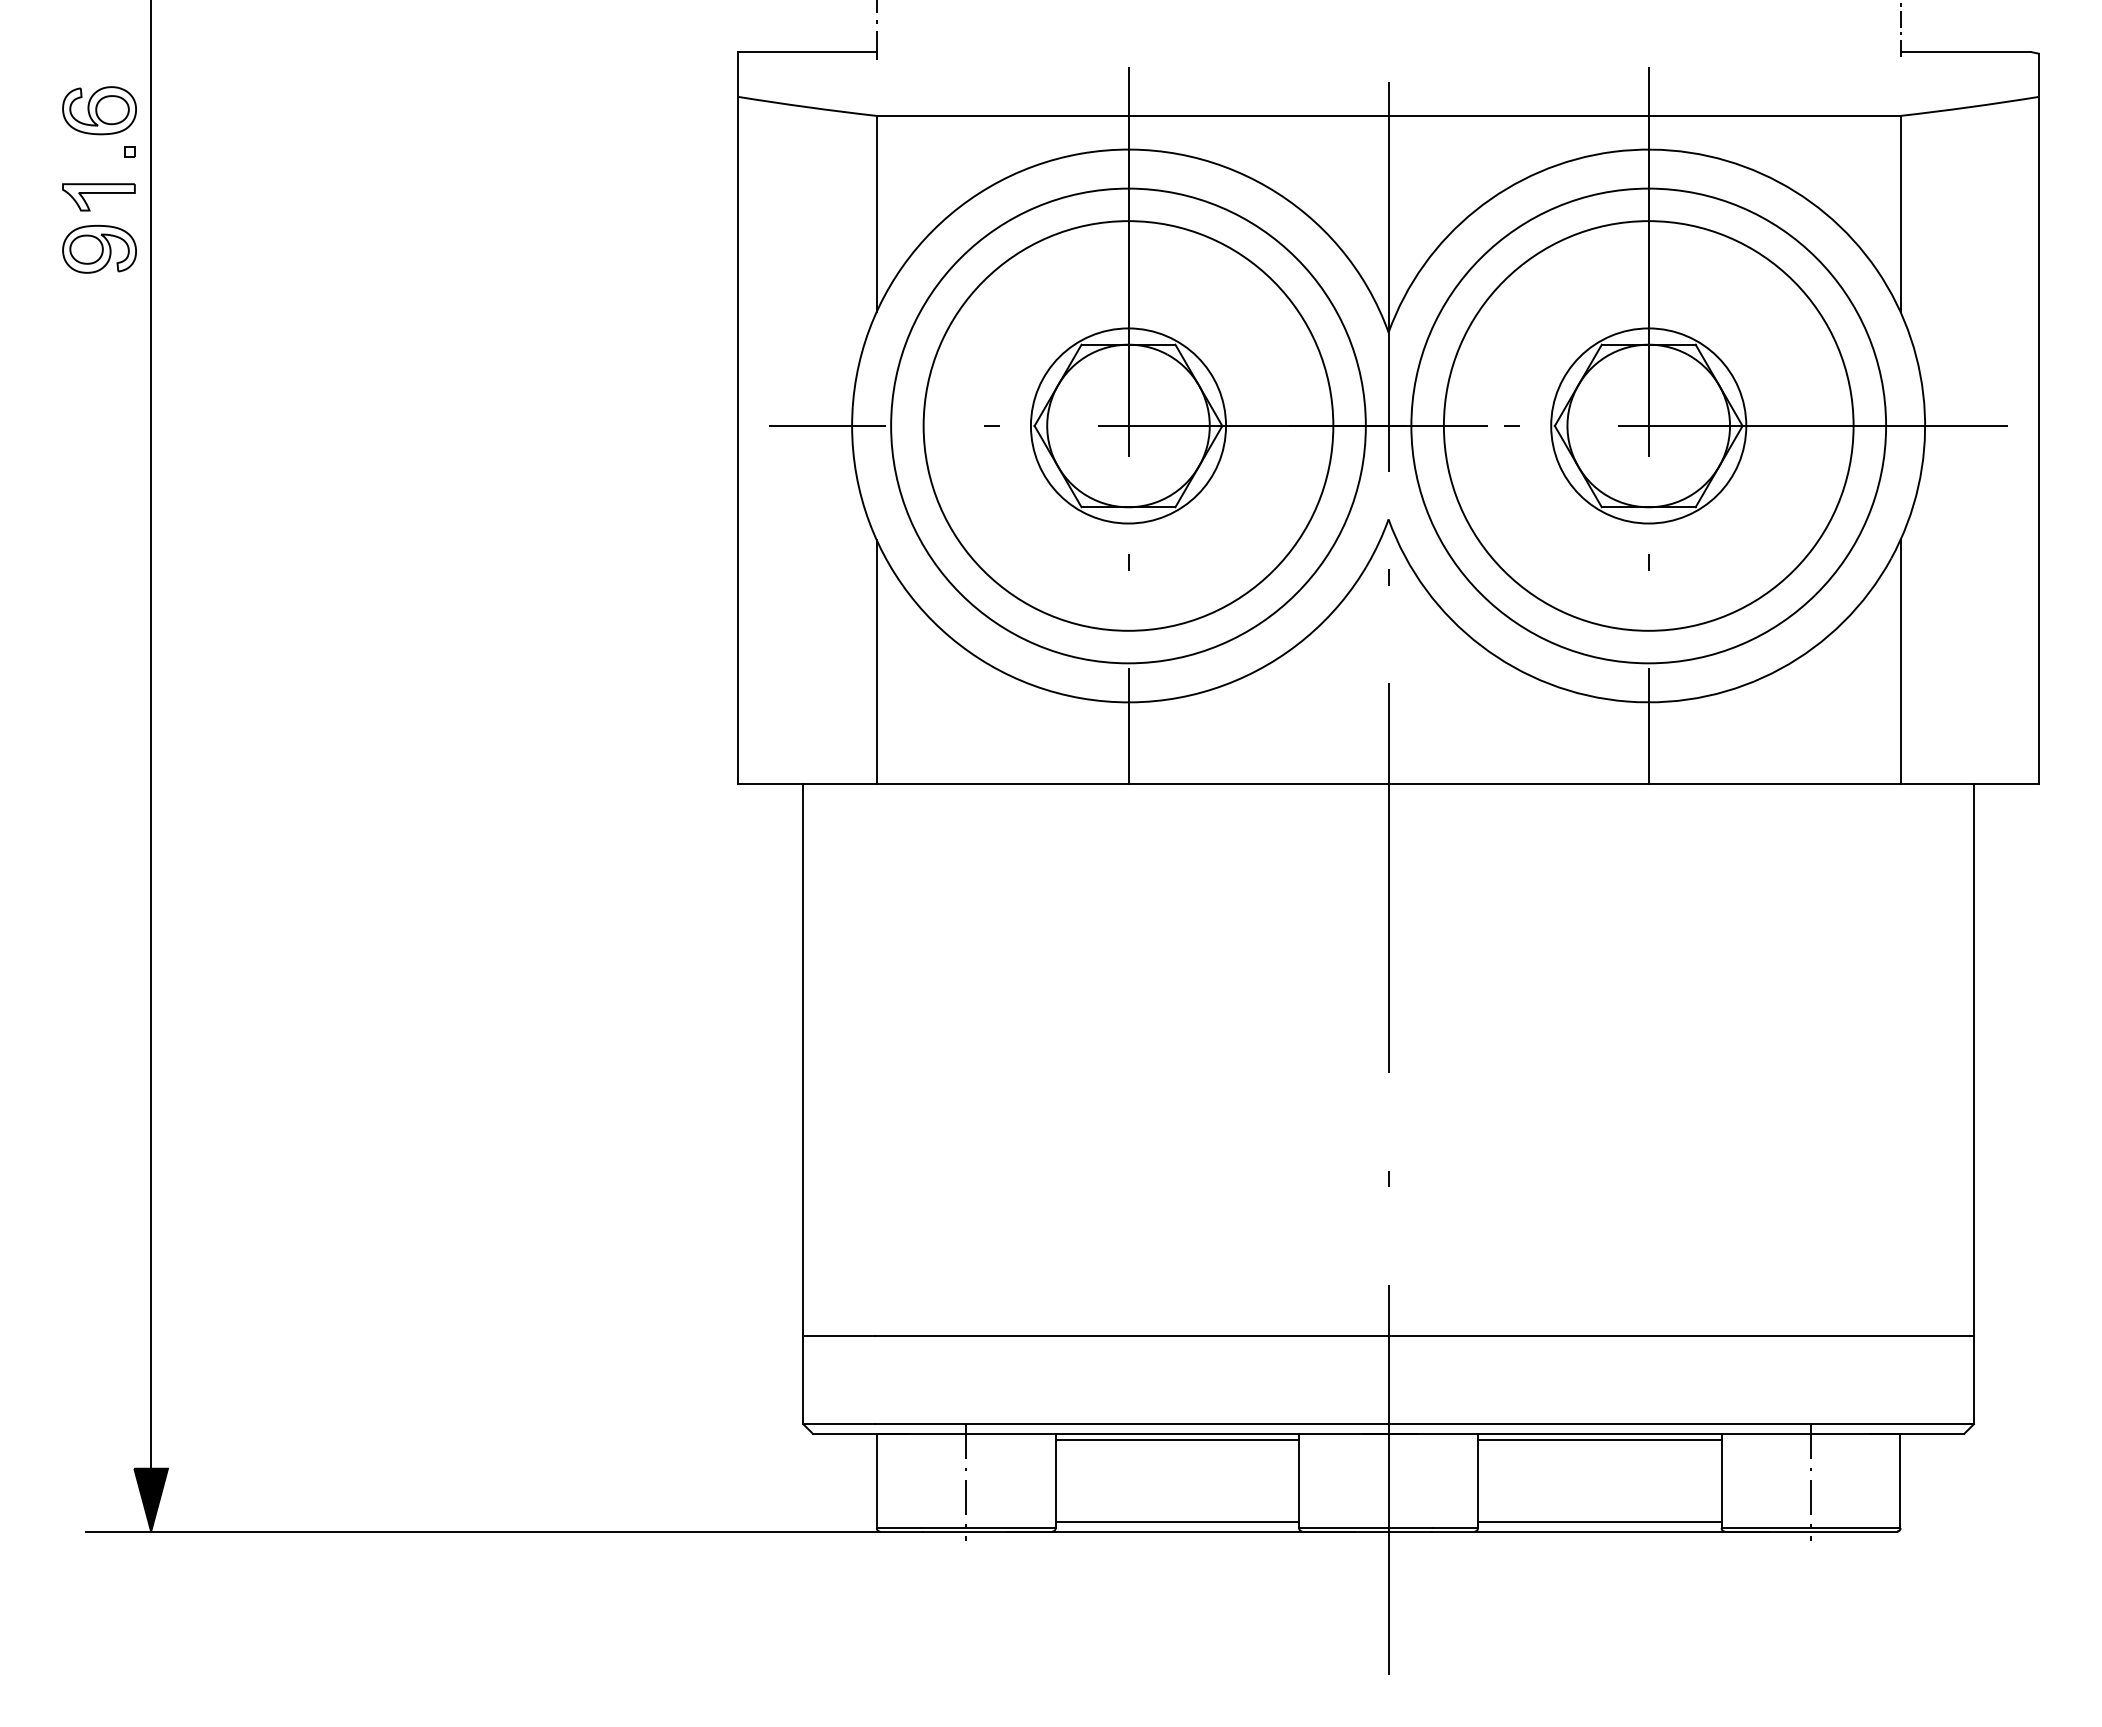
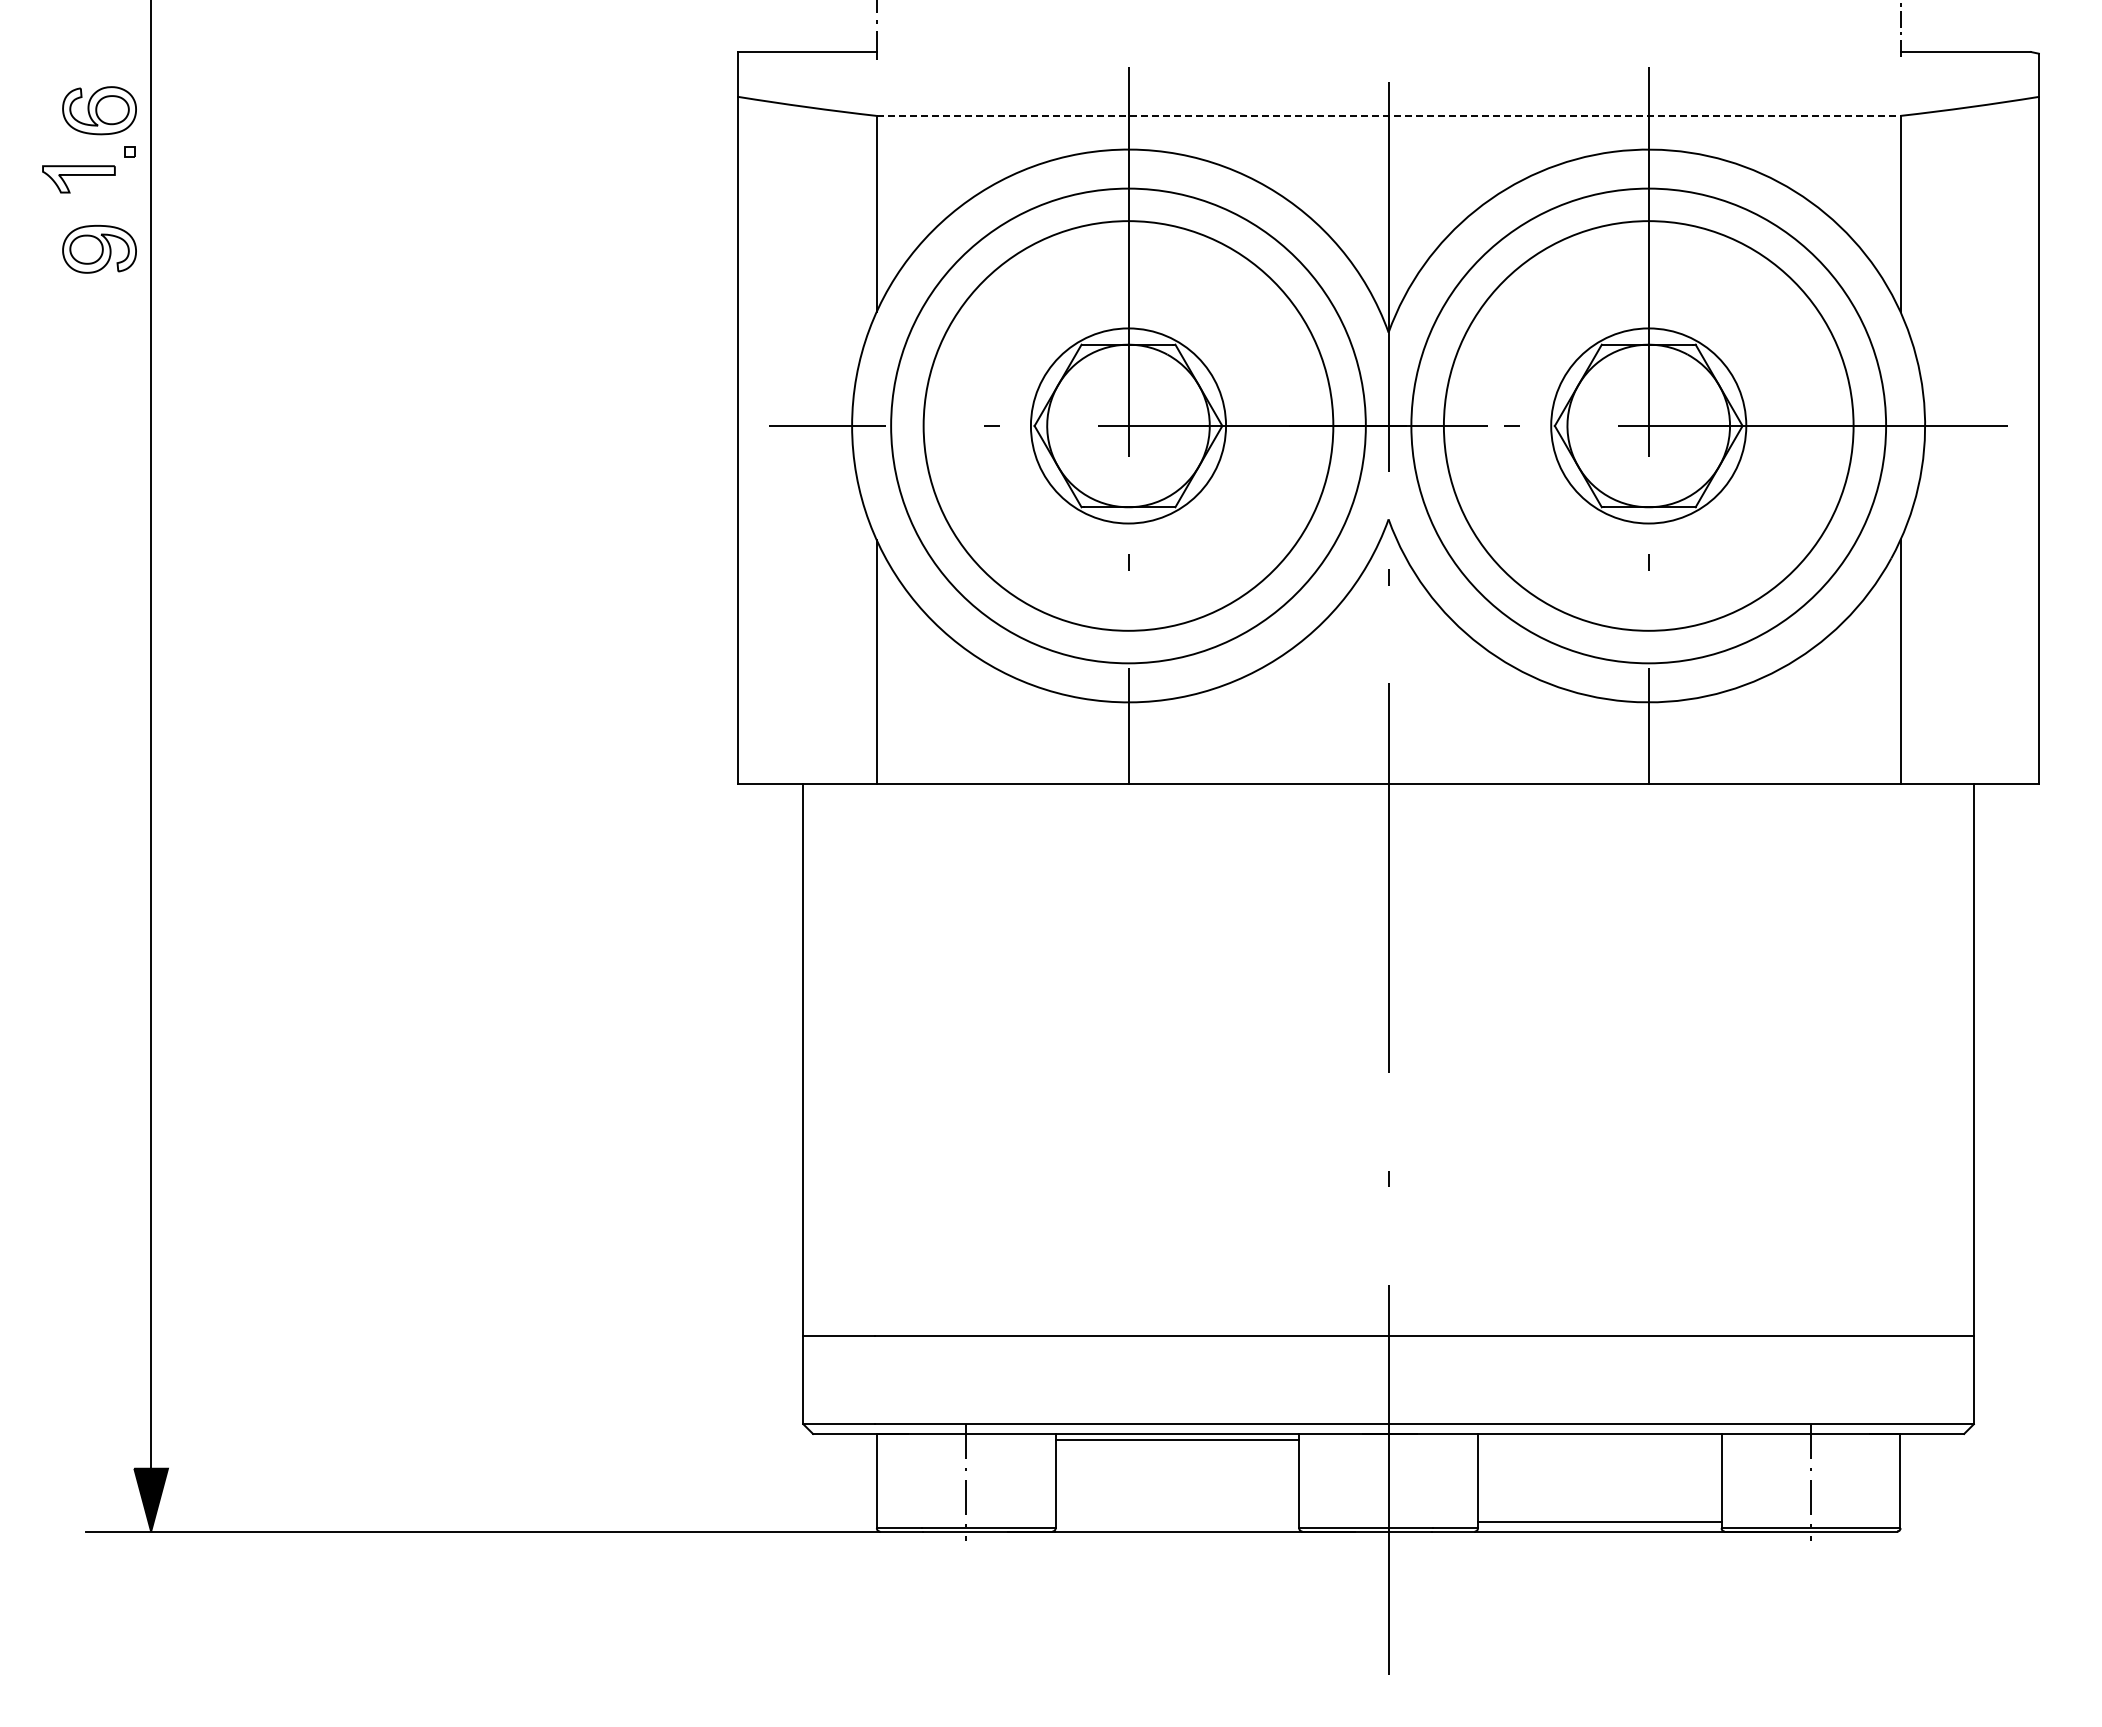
line at (1389, 115): solid -> dashed
part at (98, 197) position: (98, 197) -> (78, 179)
line at (1599, 1440): present -> none
line at (1177, 1521): present -> none
